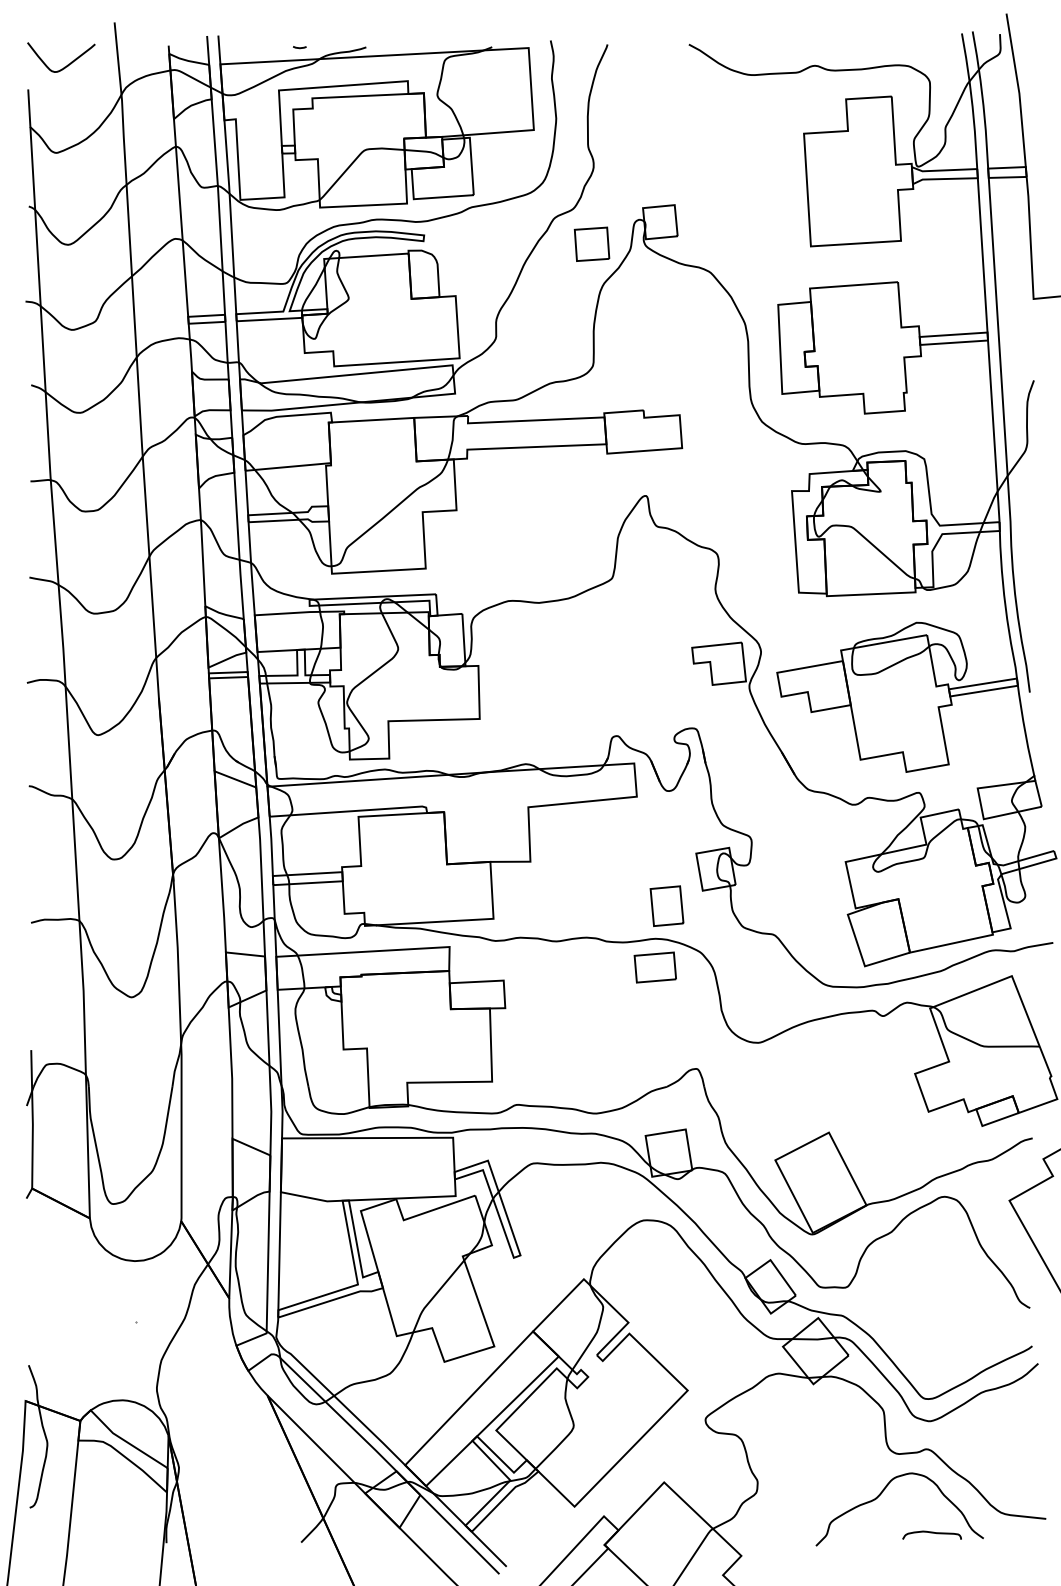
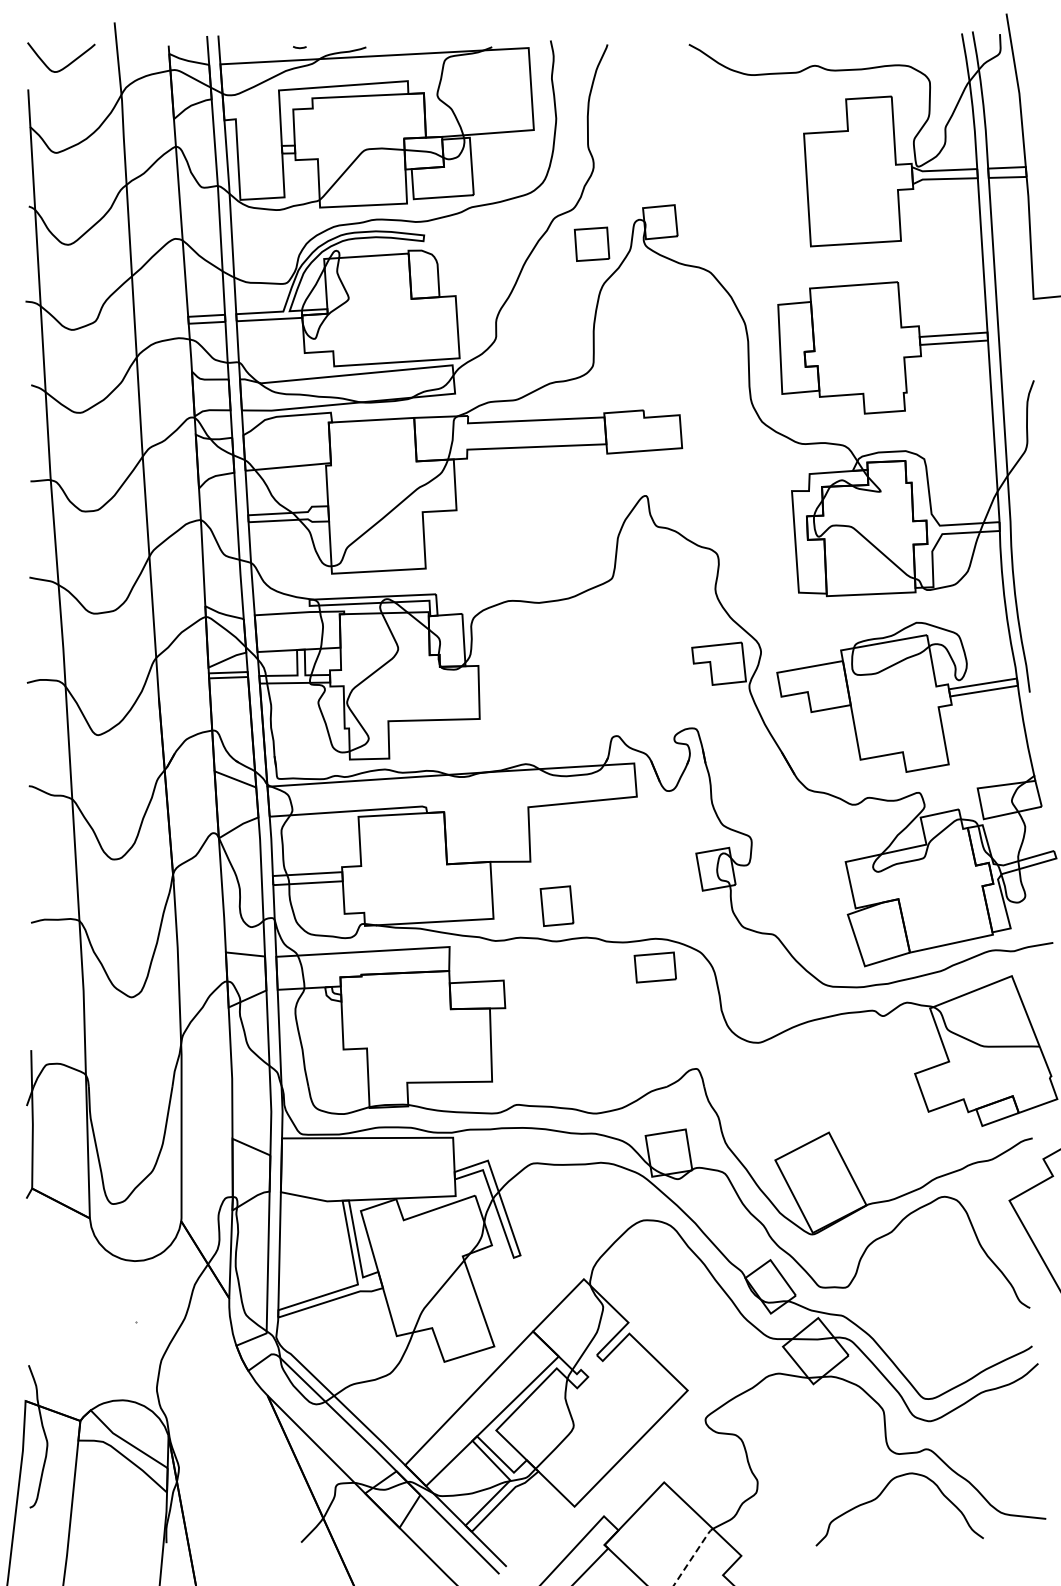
part at (666, 905) position: (666, 905) -> (556, 905)
curve at (931, 1533): present -> none
line at (693, 1555): solid -> dashed
